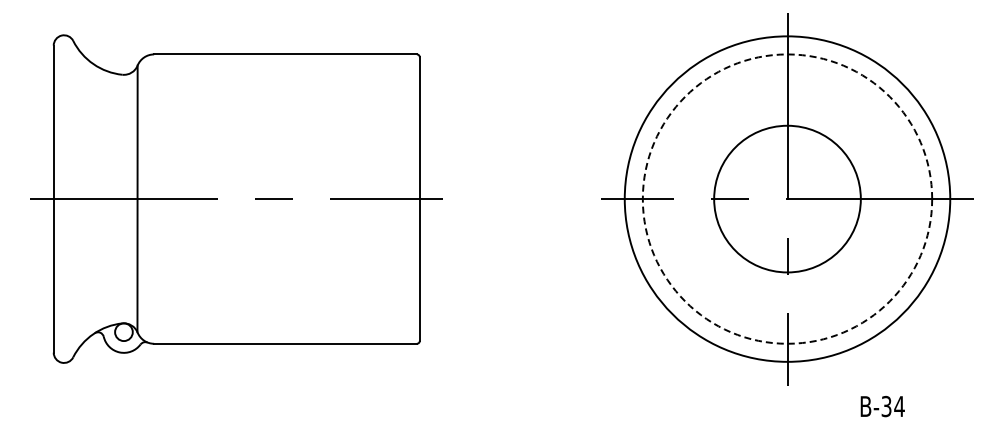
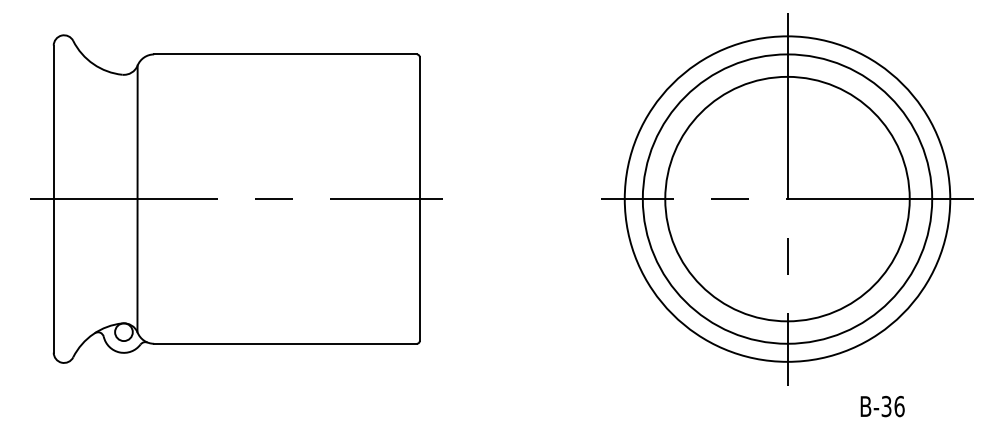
circle at (787, 198) diameter: 147 px -> 244 px
circle at (787, 198): dashed -> solid
text at (899, 406): B-34 -> B-36
